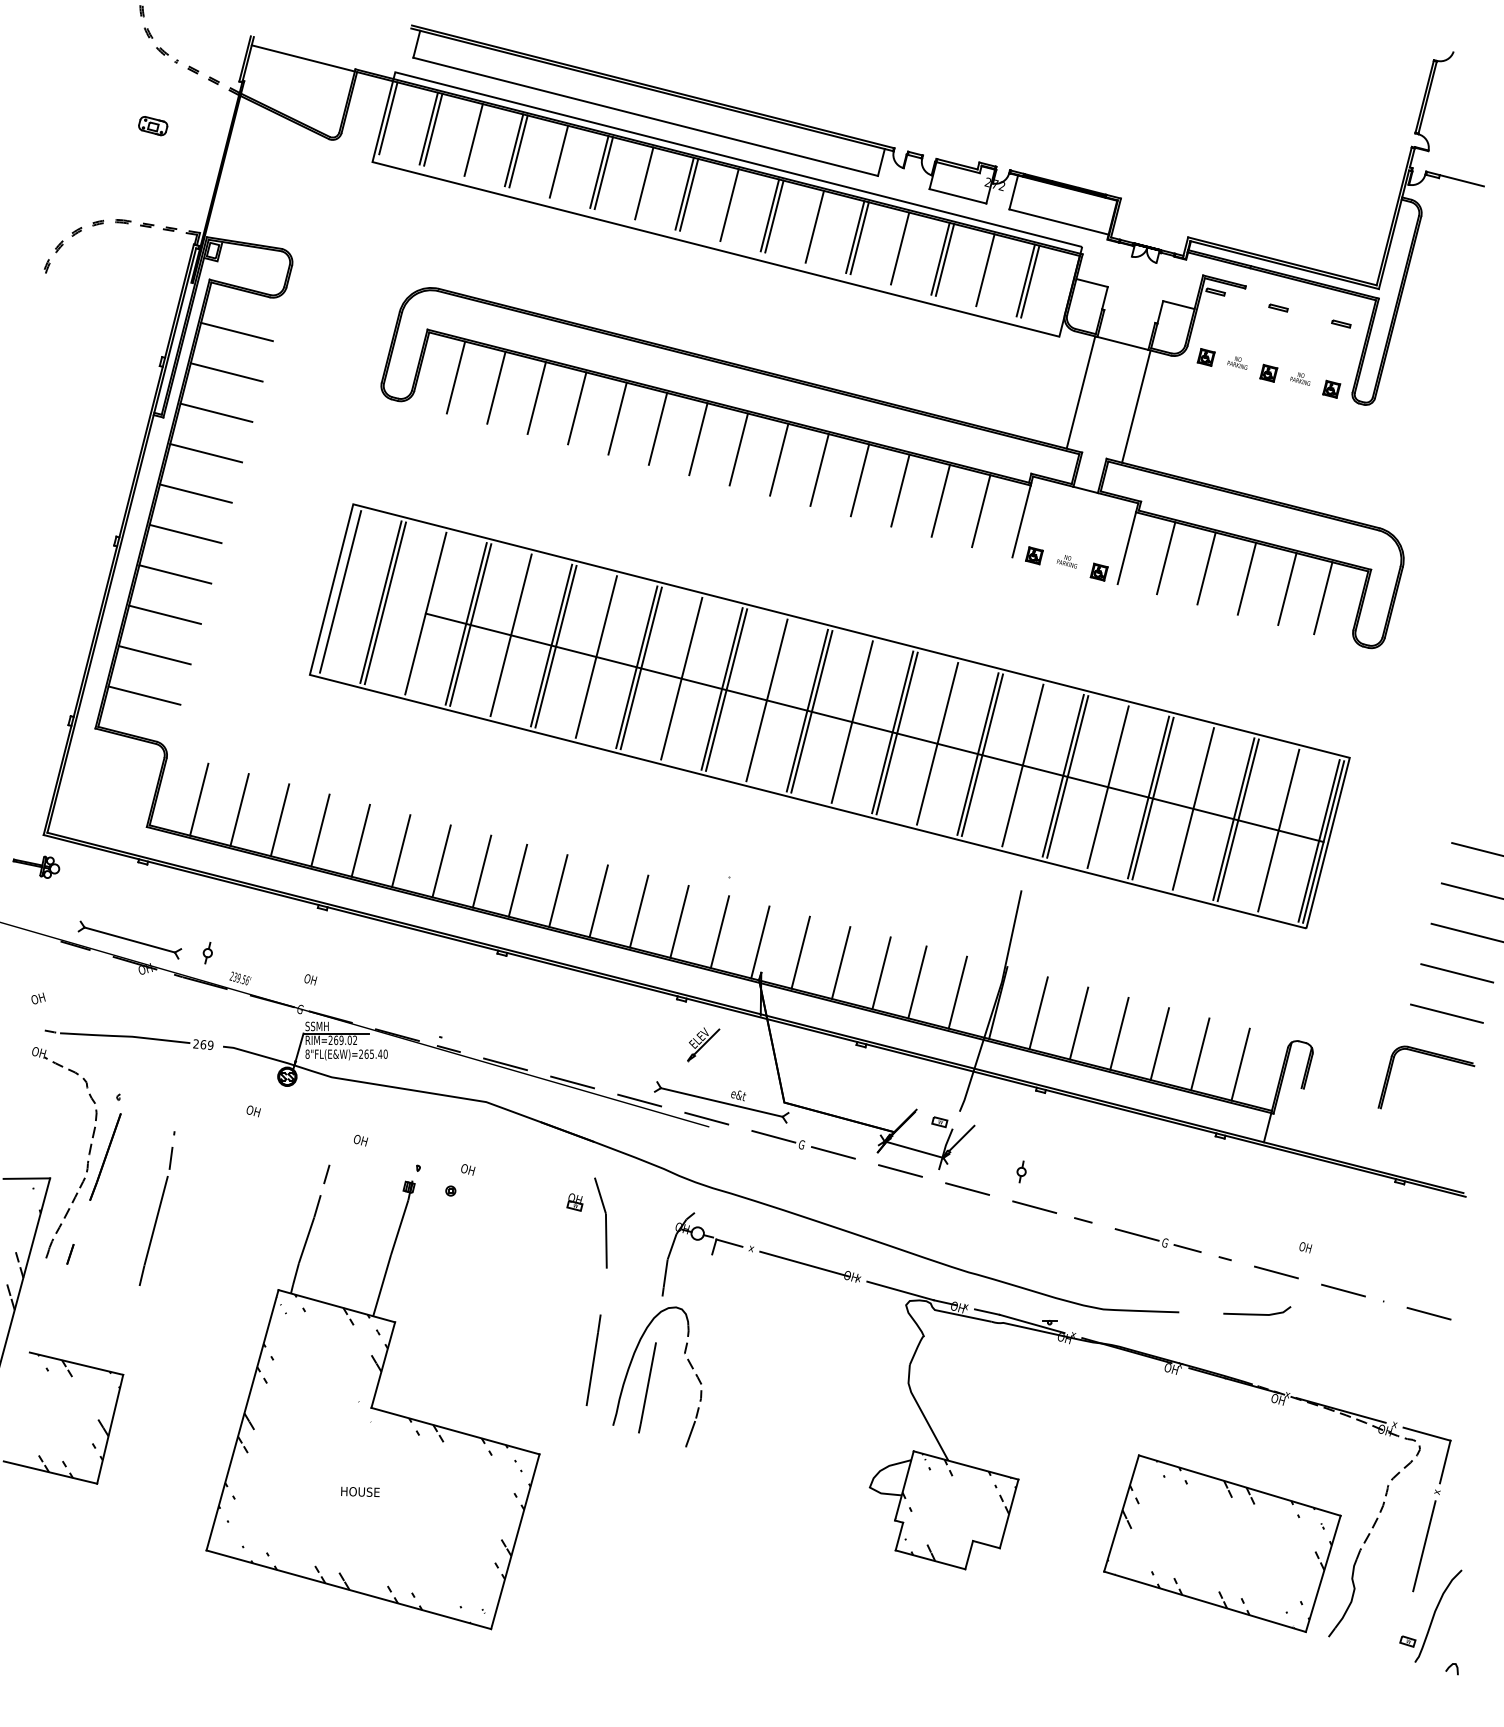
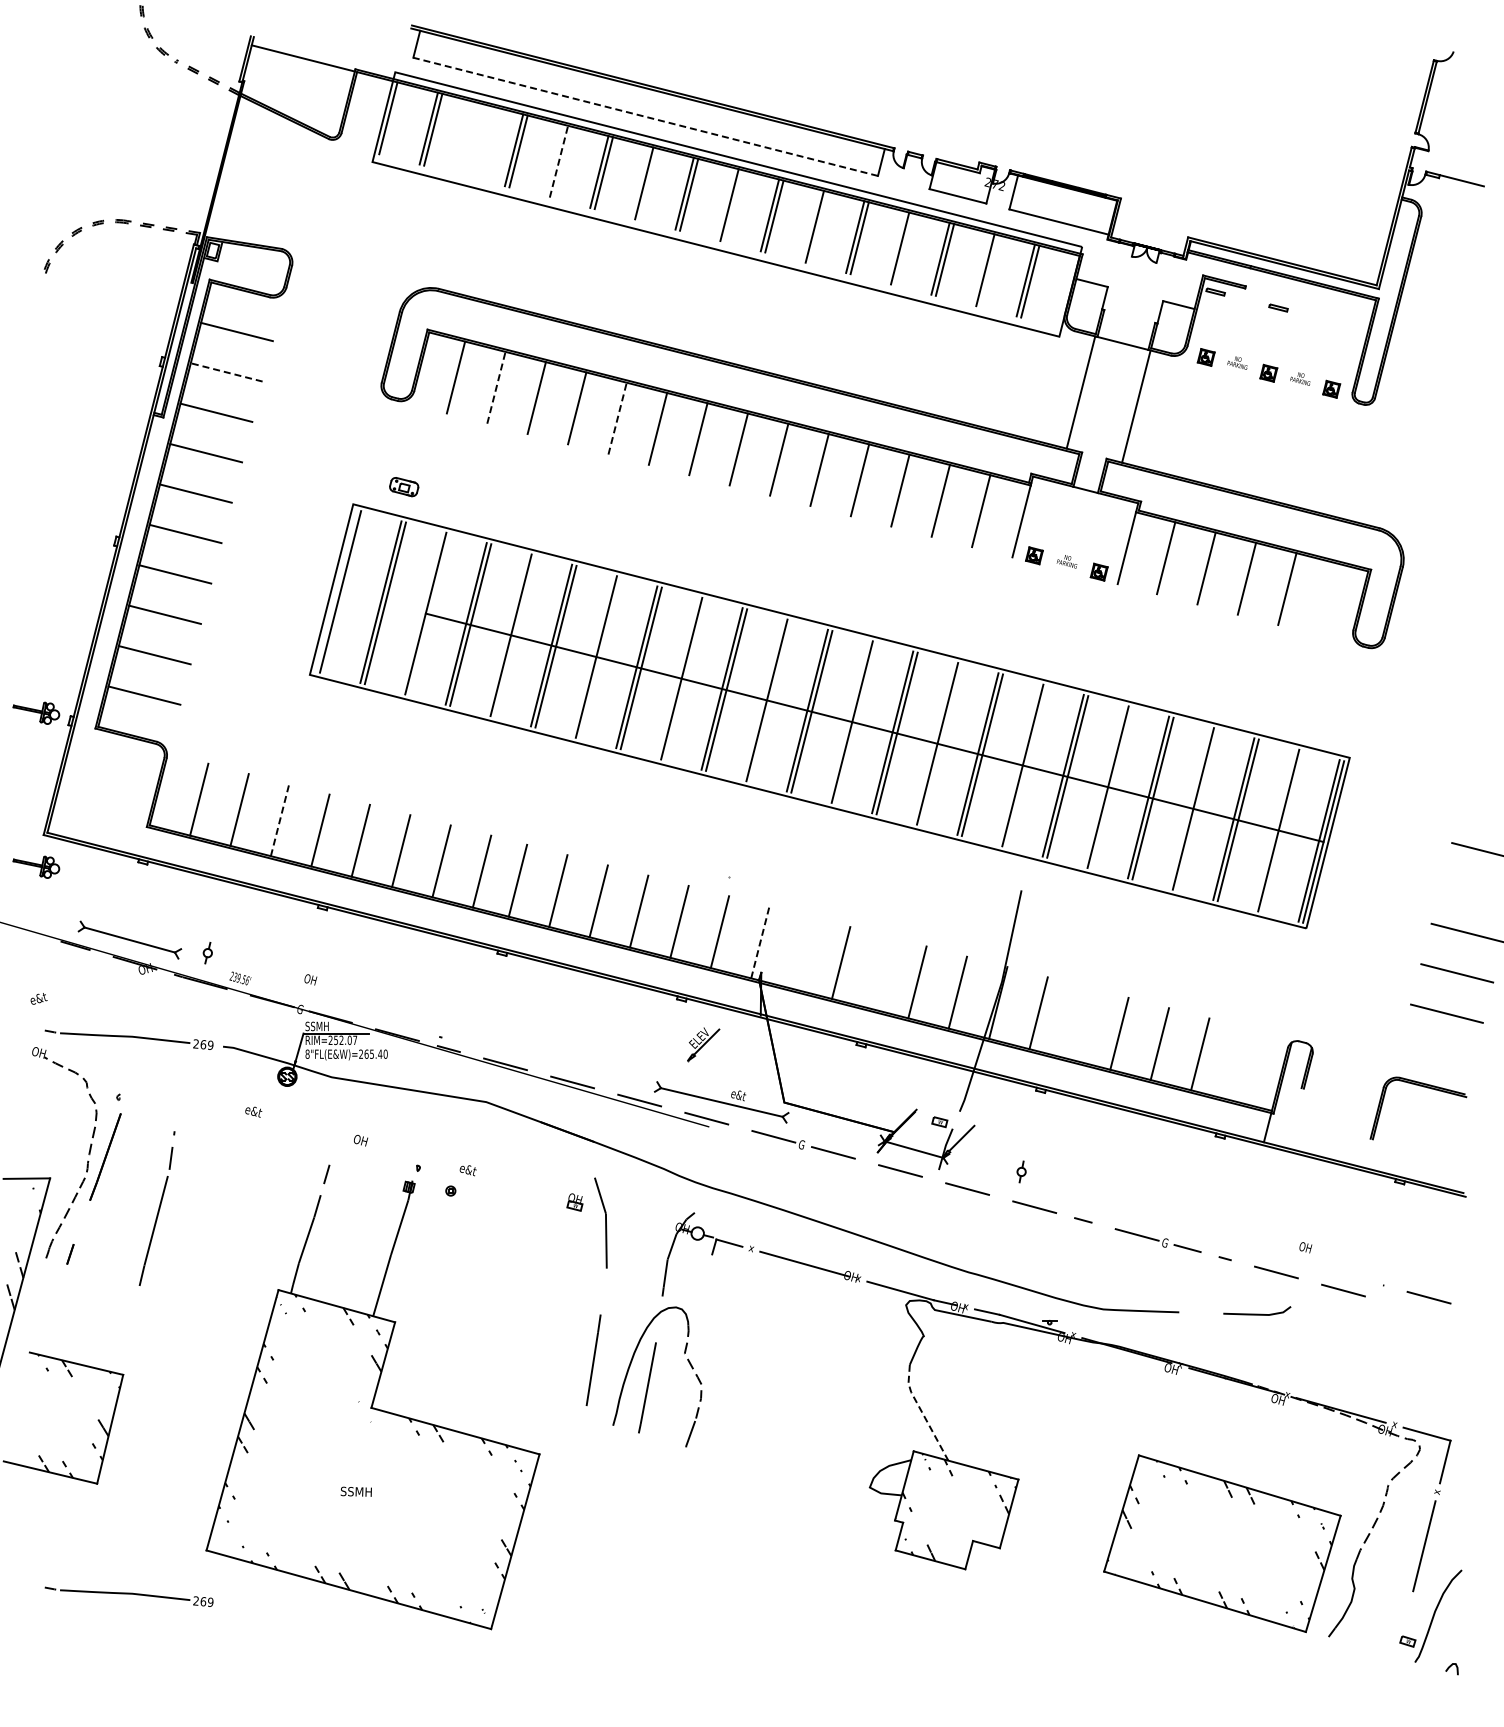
line at (645, 116): solid -> dashed
part at (153, 126) position: (153, 126) -> (404, 487)
line at (473, 139): present -> none
line at (559, 161): solid -> dashed
part at (1341, 323): present -> none
line at (226, 372): solid -> dashed
line at (496, 387): solid -> dashed
line at (617, 418): solid -> dashed
line at (1323, 598): present -> none
part at (36, 712): none -> present
line at (280, 819): solid -> dashed
line at (1470, 890): present -> none
line at (760, 941): solid -> dashed
line at (800, 952): present -> none
line at (881, 973): present -> none
text at (38, 998): OH -> e&t
line at (1078, 1023): present -> none
text at (345, 1040): RIM=269.02 -> RIM=252.07
part at (1431, 1056) position: (1431, 1056) -> (1423, 1087)
line at (1240, 1064): present -> none
text at (253, 1111): OH -> e&t
text at (467, 1170): OH -> e&t
line at (1417, 1310) position: (1417, 1310) -> (1417, 1294)
line at (922, 1413): solid -> dashed
text at (359, 1491): HOUSE -> SSMH
part at (128, 1596): none -> present
